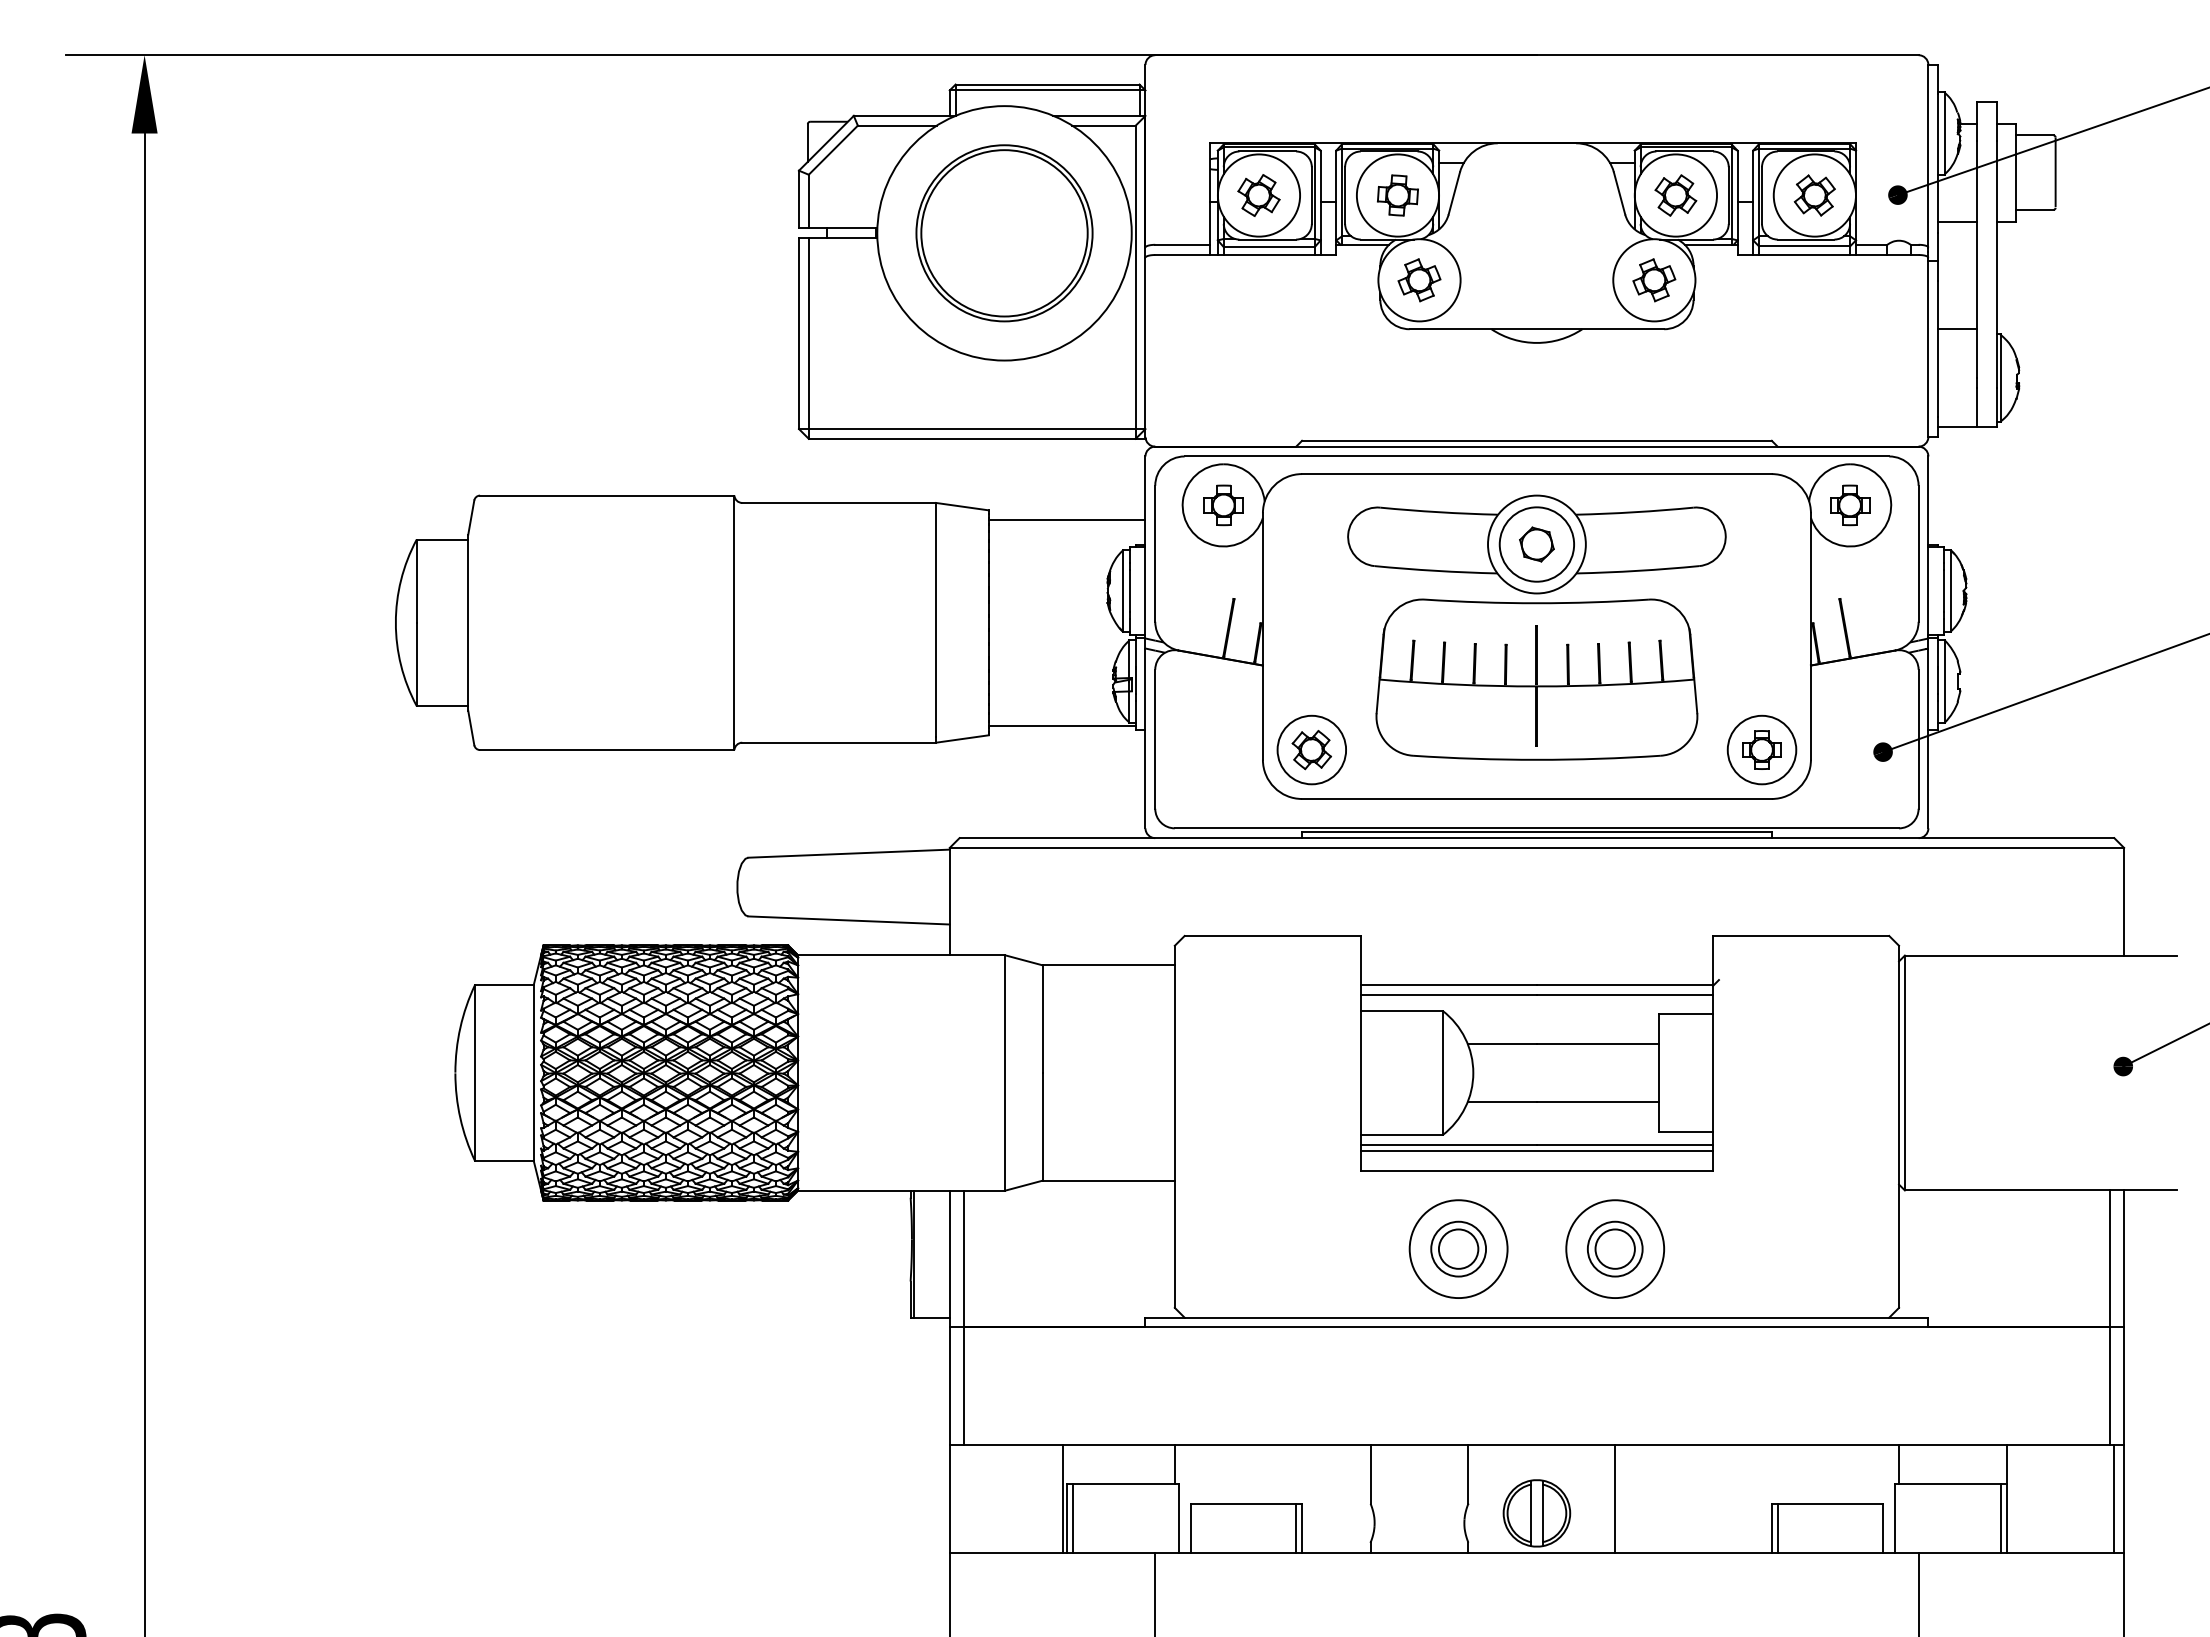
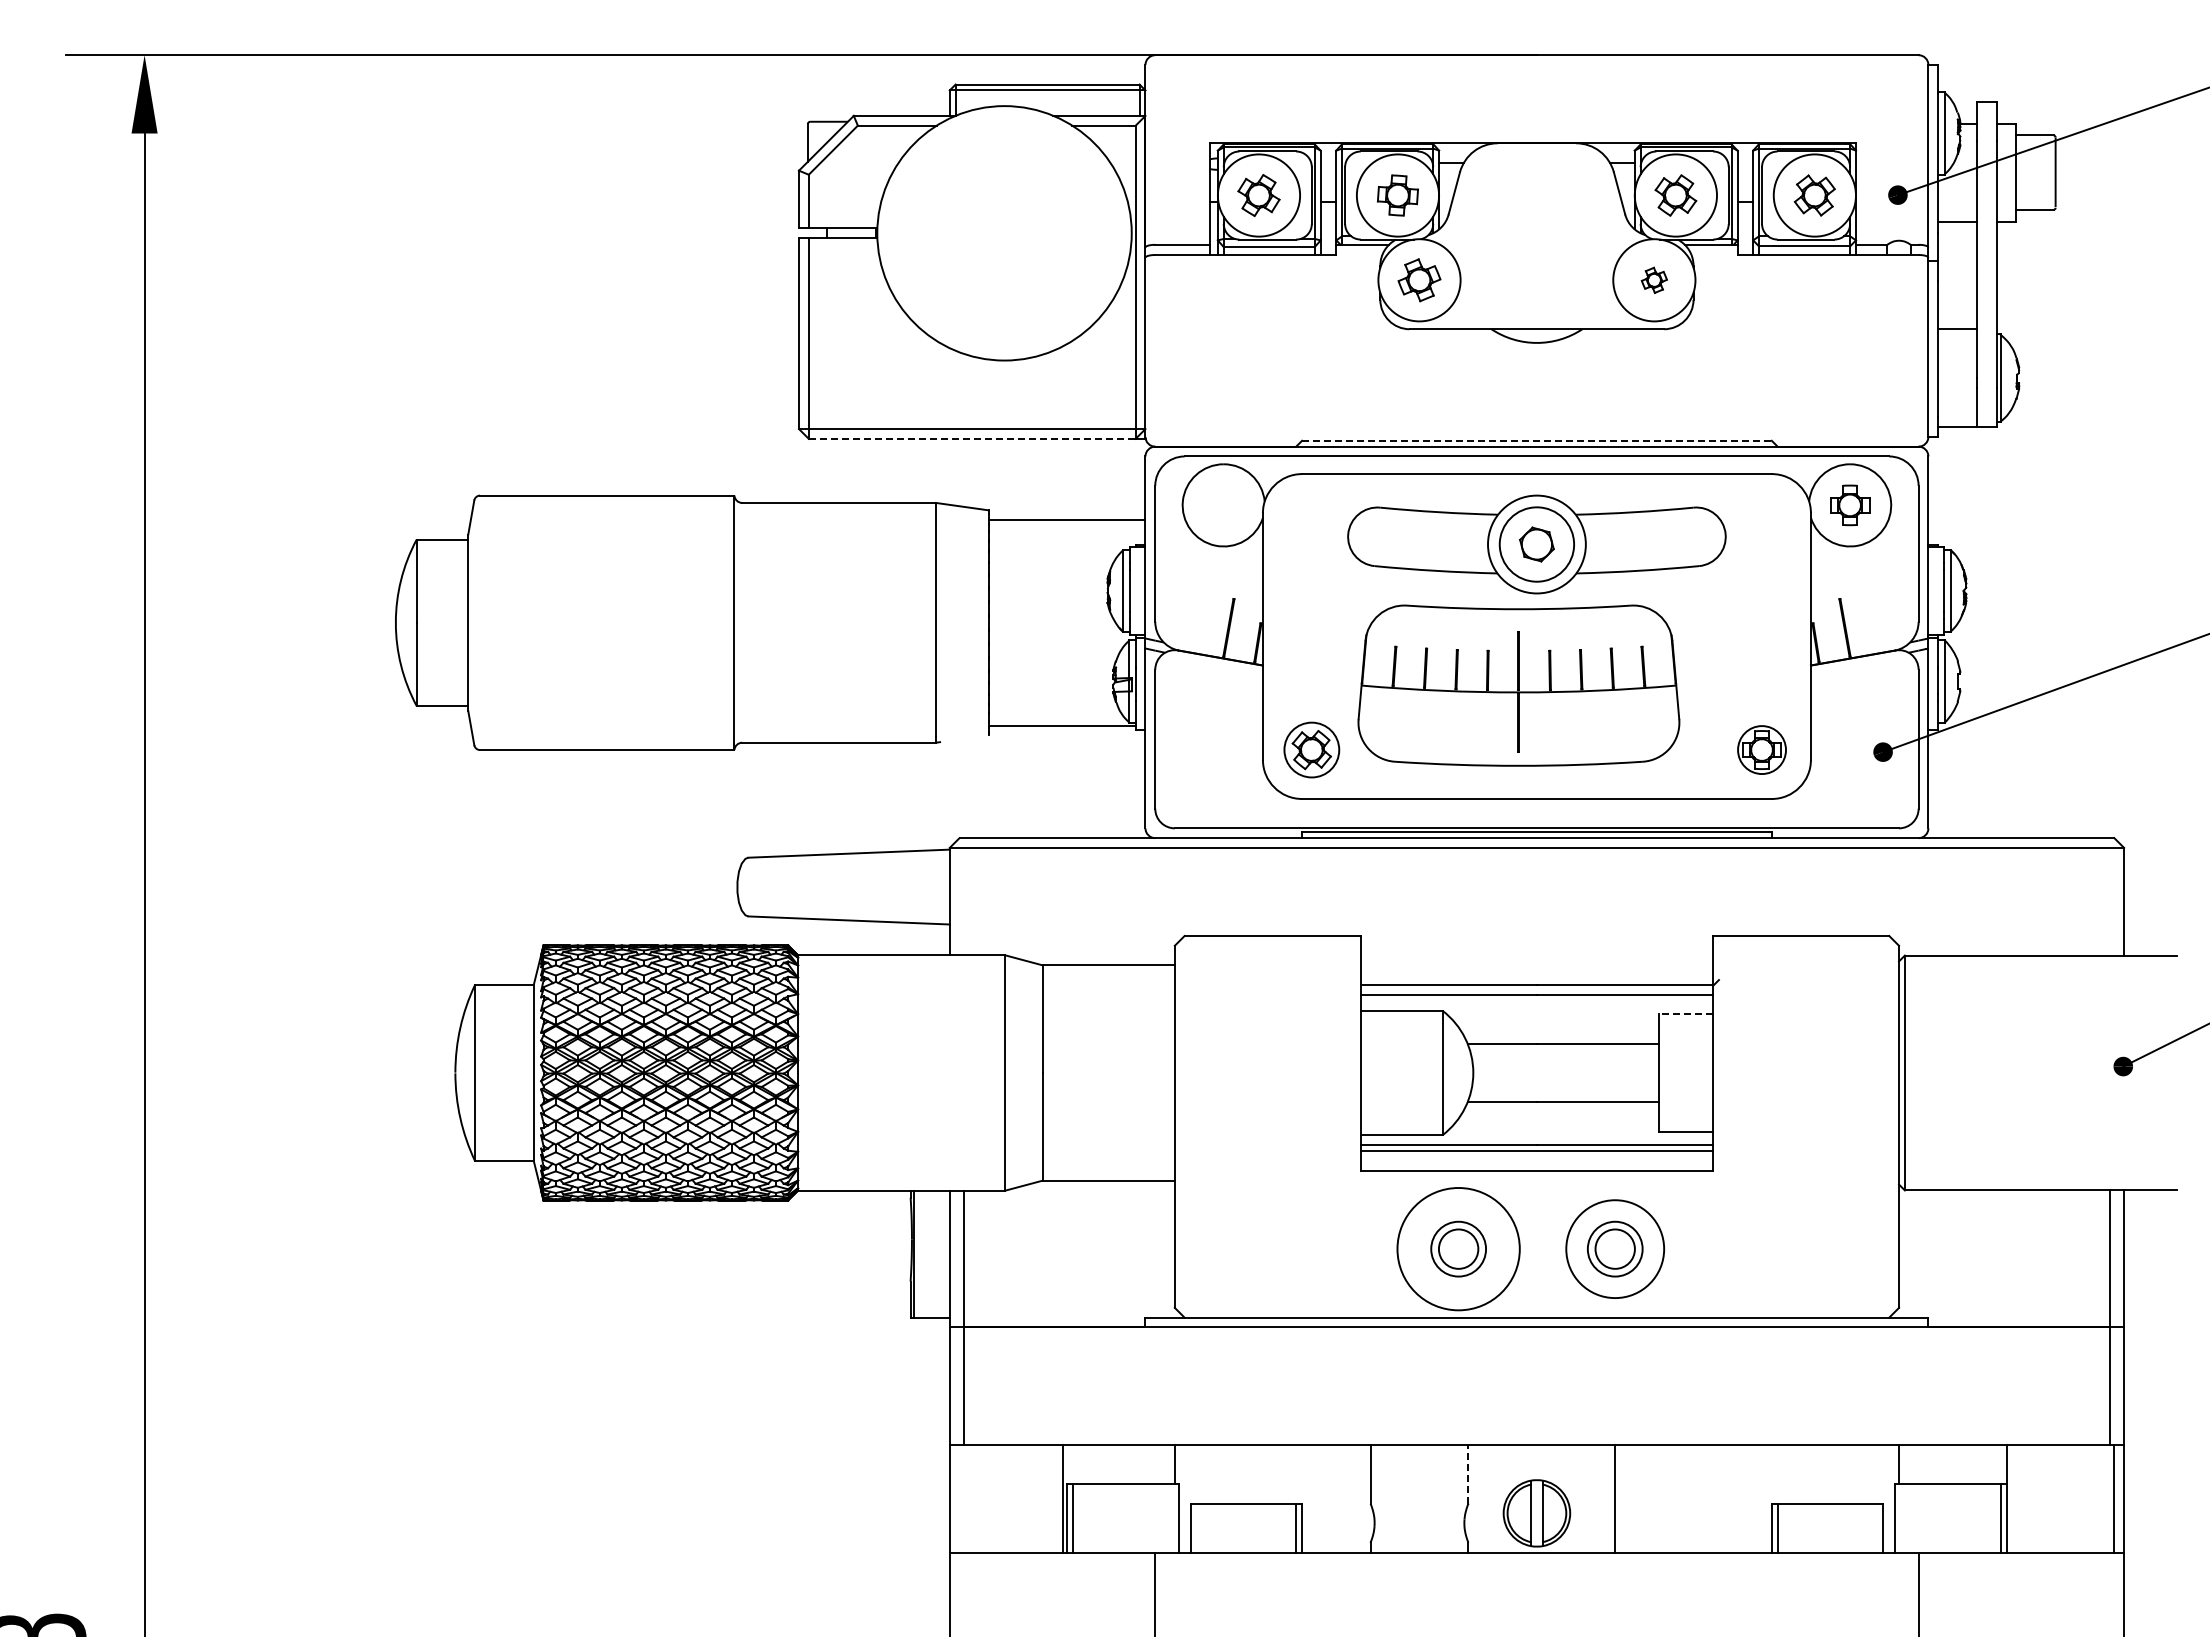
part at (1004, 233): present -> none
part at (1654, 280) size: 45x45 px -> 28x28 px
line at (972, 438): solid -> dashed
line at (1536, 440): solid -> dashed
part at (1223, 505): present -> none
part at (1536, 679) position: (1536, 679) -> (1518, 685)
line at (964, 738): present -> none
circle at (1311, 749) diameter: 69 px -> 55 px
circle at (1761, 749) diameter: 69 px -> 48 px
line at (1686, 1014): solid -> dashed
circle at (1458, 1249) diameter: 98 px -> 122 px
line at (1468, 1473): solid -> dashed
